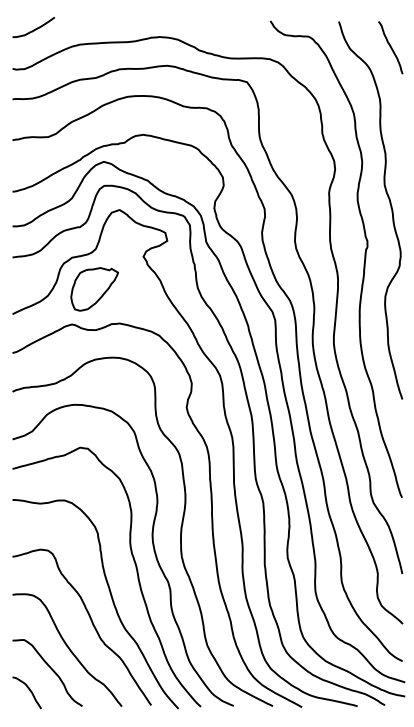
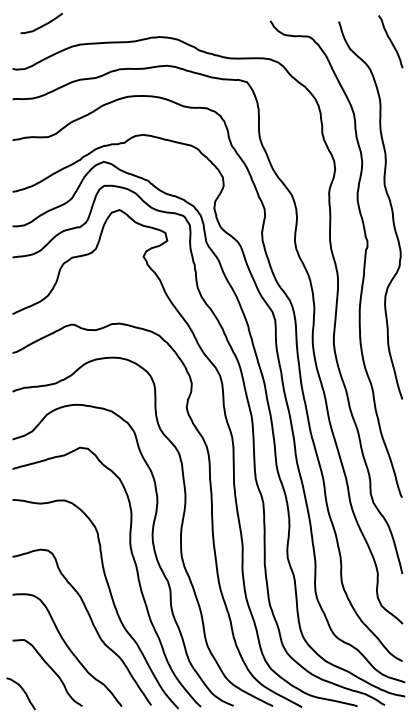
curve at (33, 29) position: (33, 29) -> (41, 25)
curve at (390, 47) position: (390, 47) -> (390, 41)
part at (94, 289): present -> none
curve at (29, 691) position: (29, 691) -> (23, 692)
